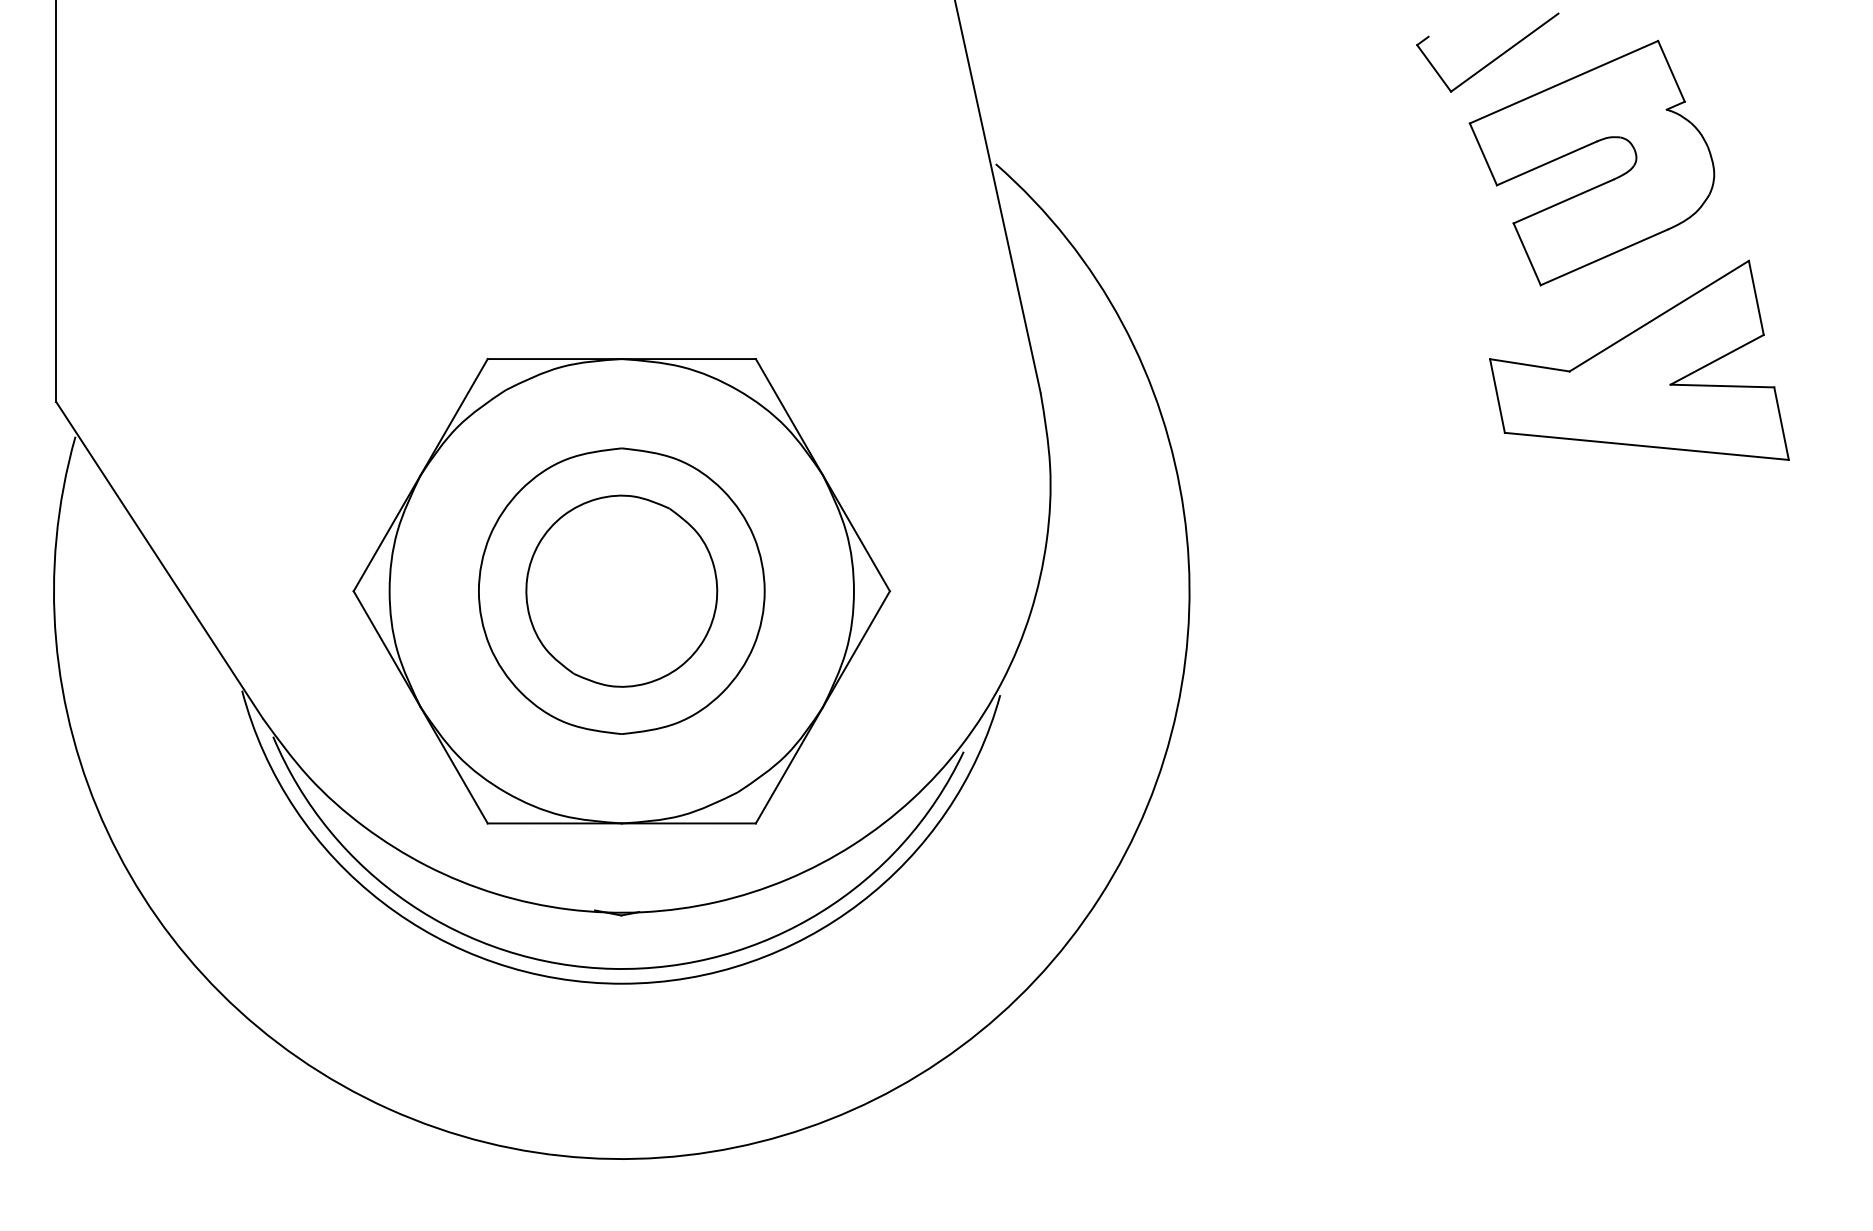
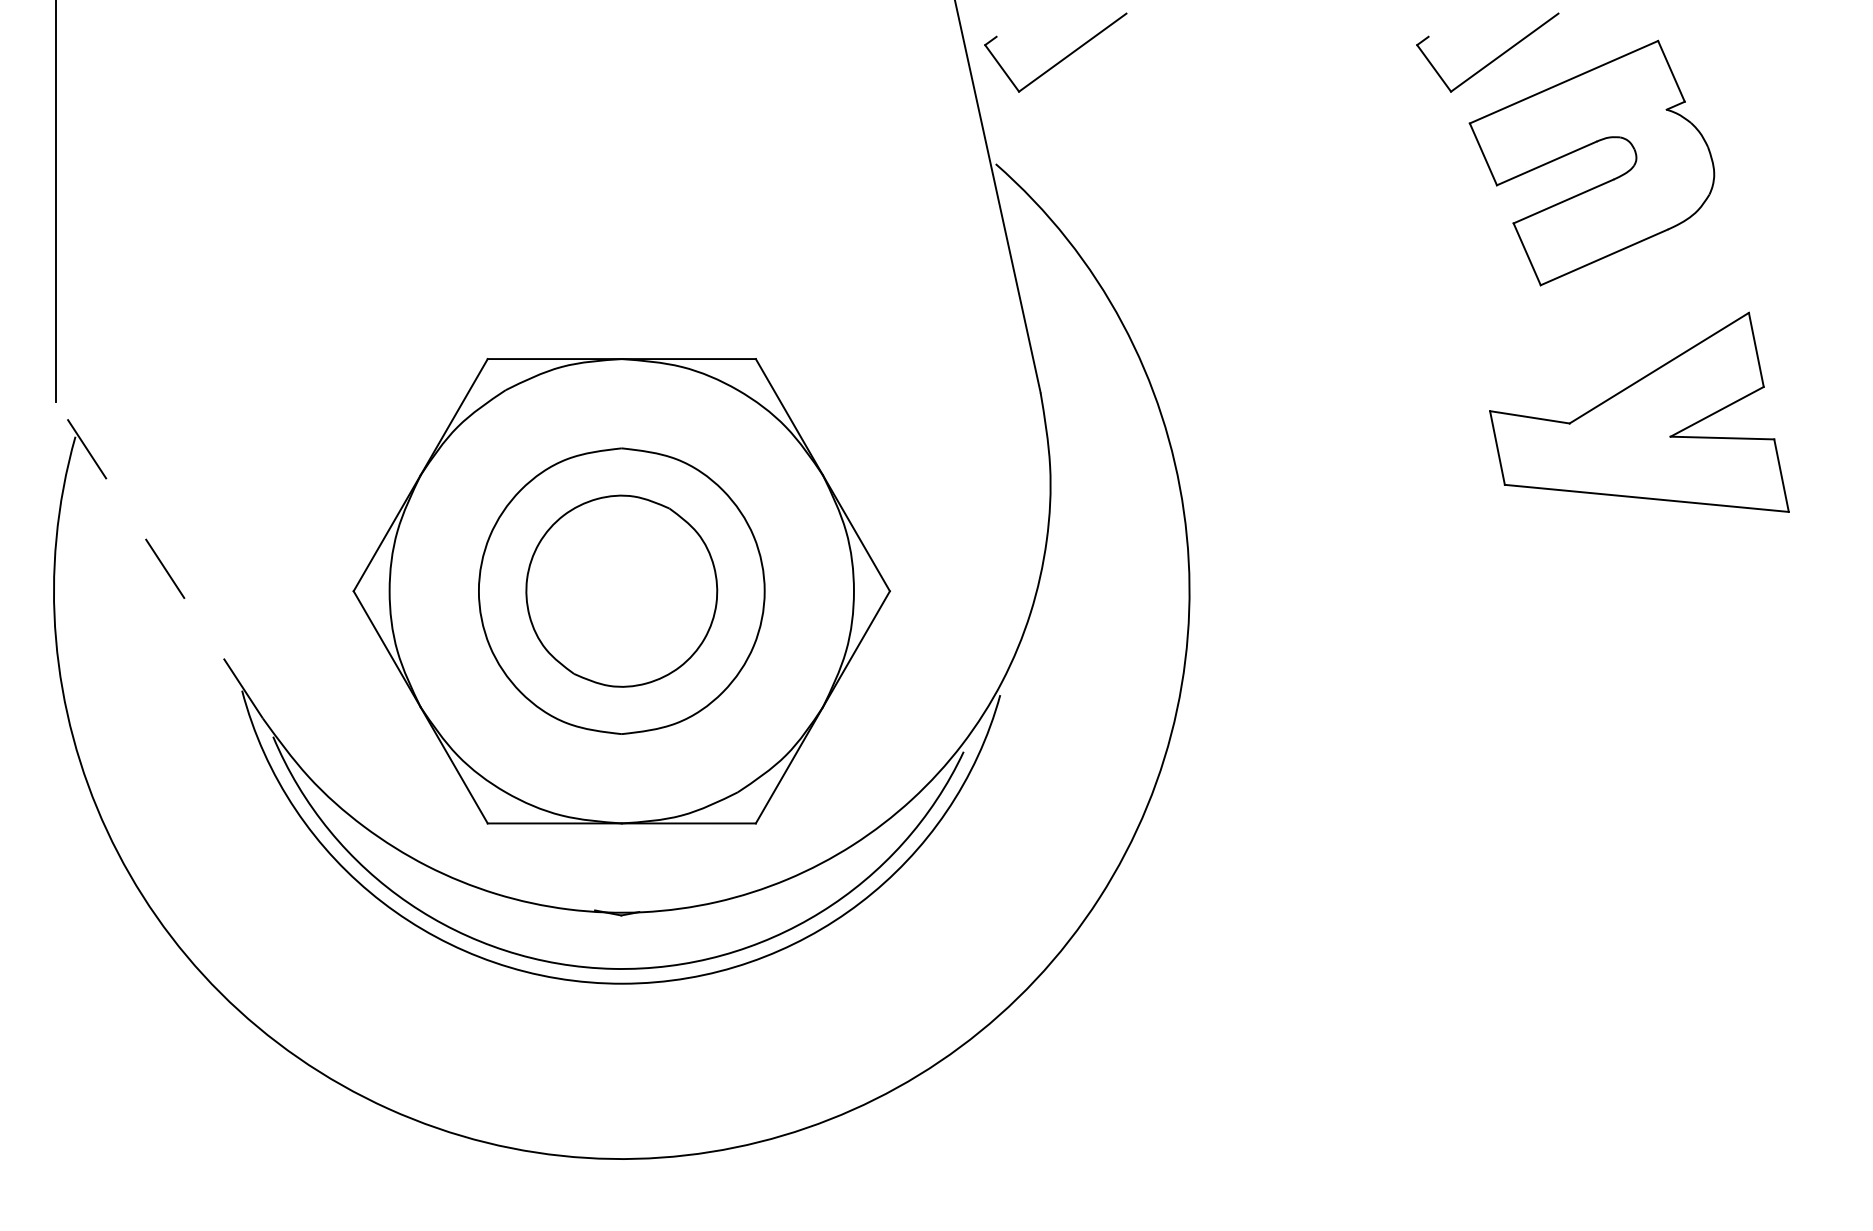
part at (1062, 58): none -> present
part at (1639, 359) position: (1639, 359) -> (1639, 411)
line at (159, 559): solid -> dashed
